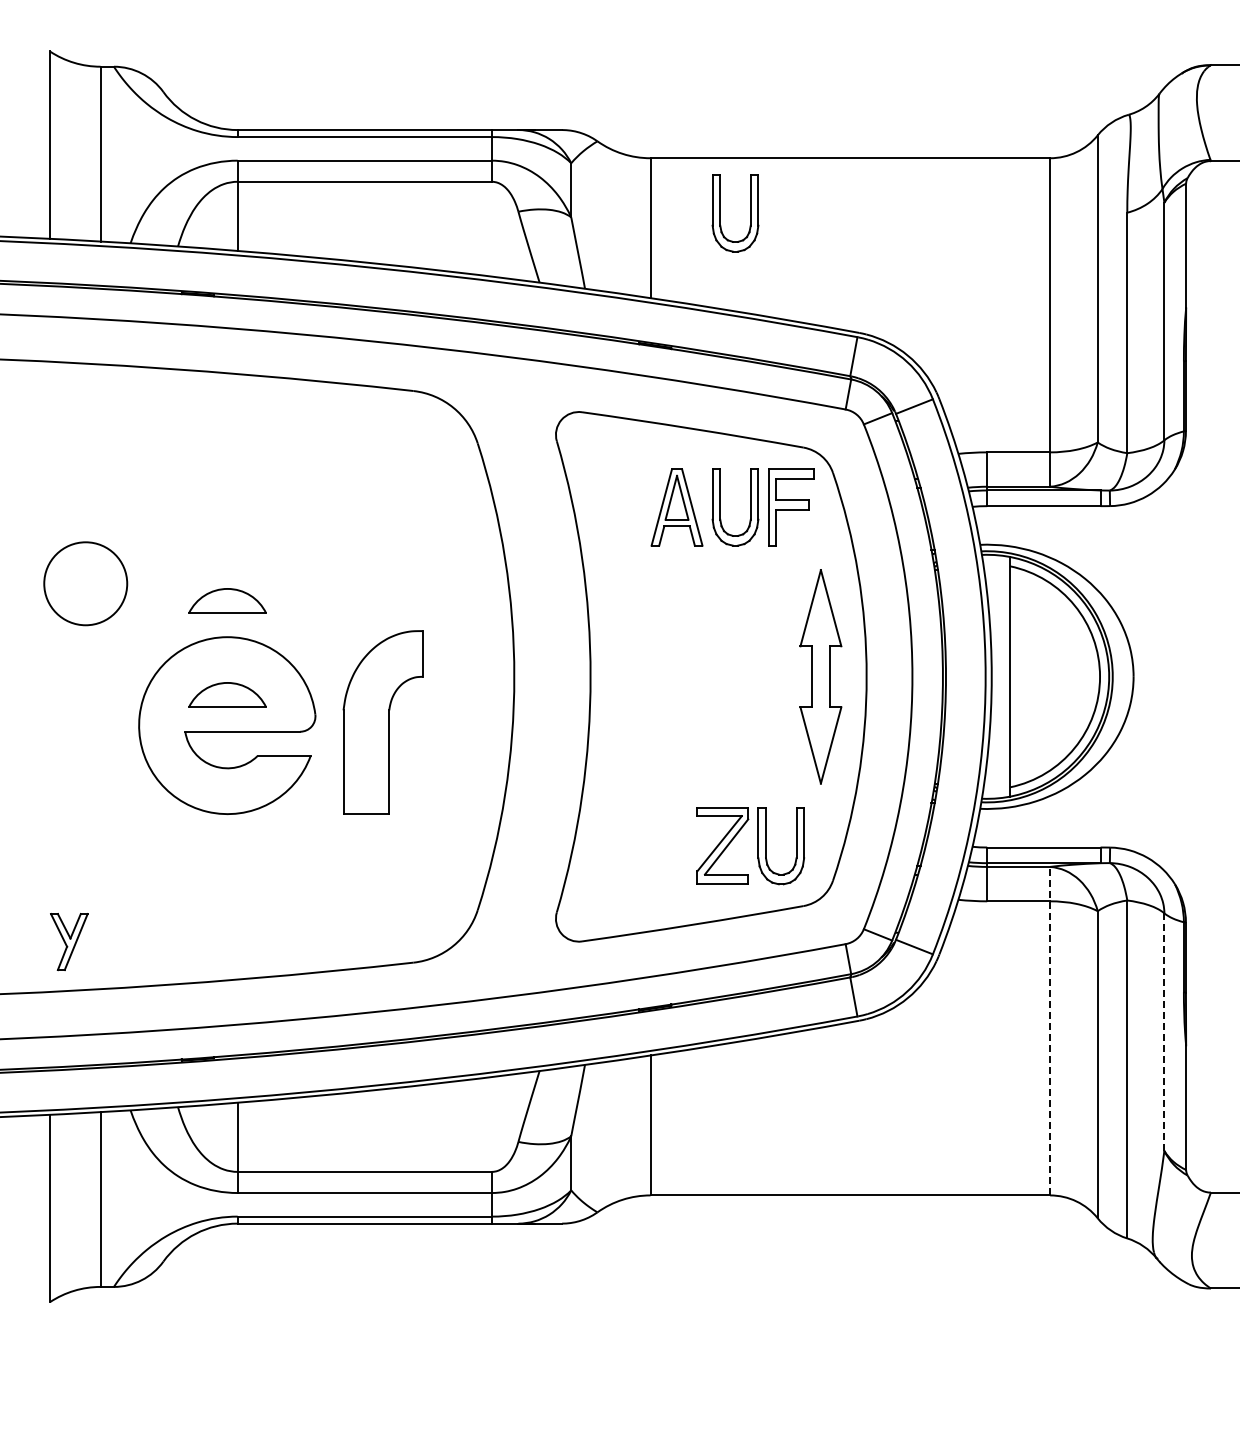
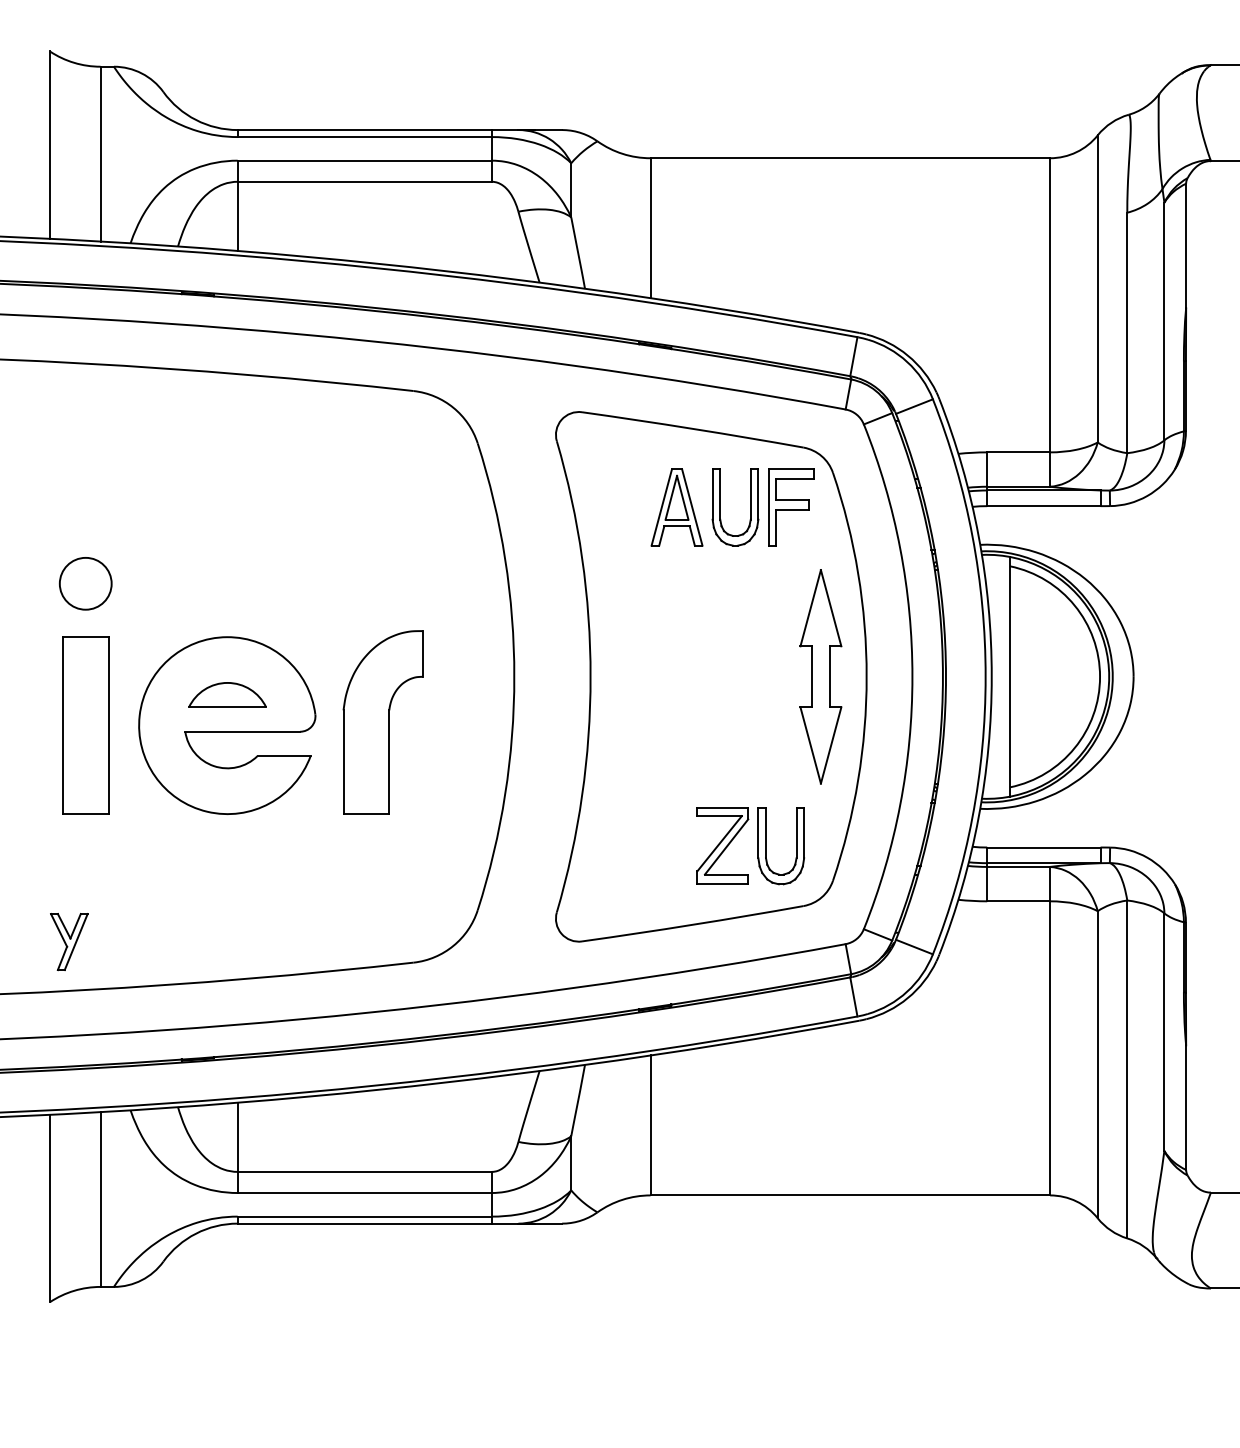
part at (720, 213): present -> none
circle at (85, 583) diameter: 83 px -> 52 px
part at (227, 600): present -> none
part at (85, 725): none -> present
line at (1050, 1030): dashed -> solid
line at (1164, 1032): dashed -> solid
